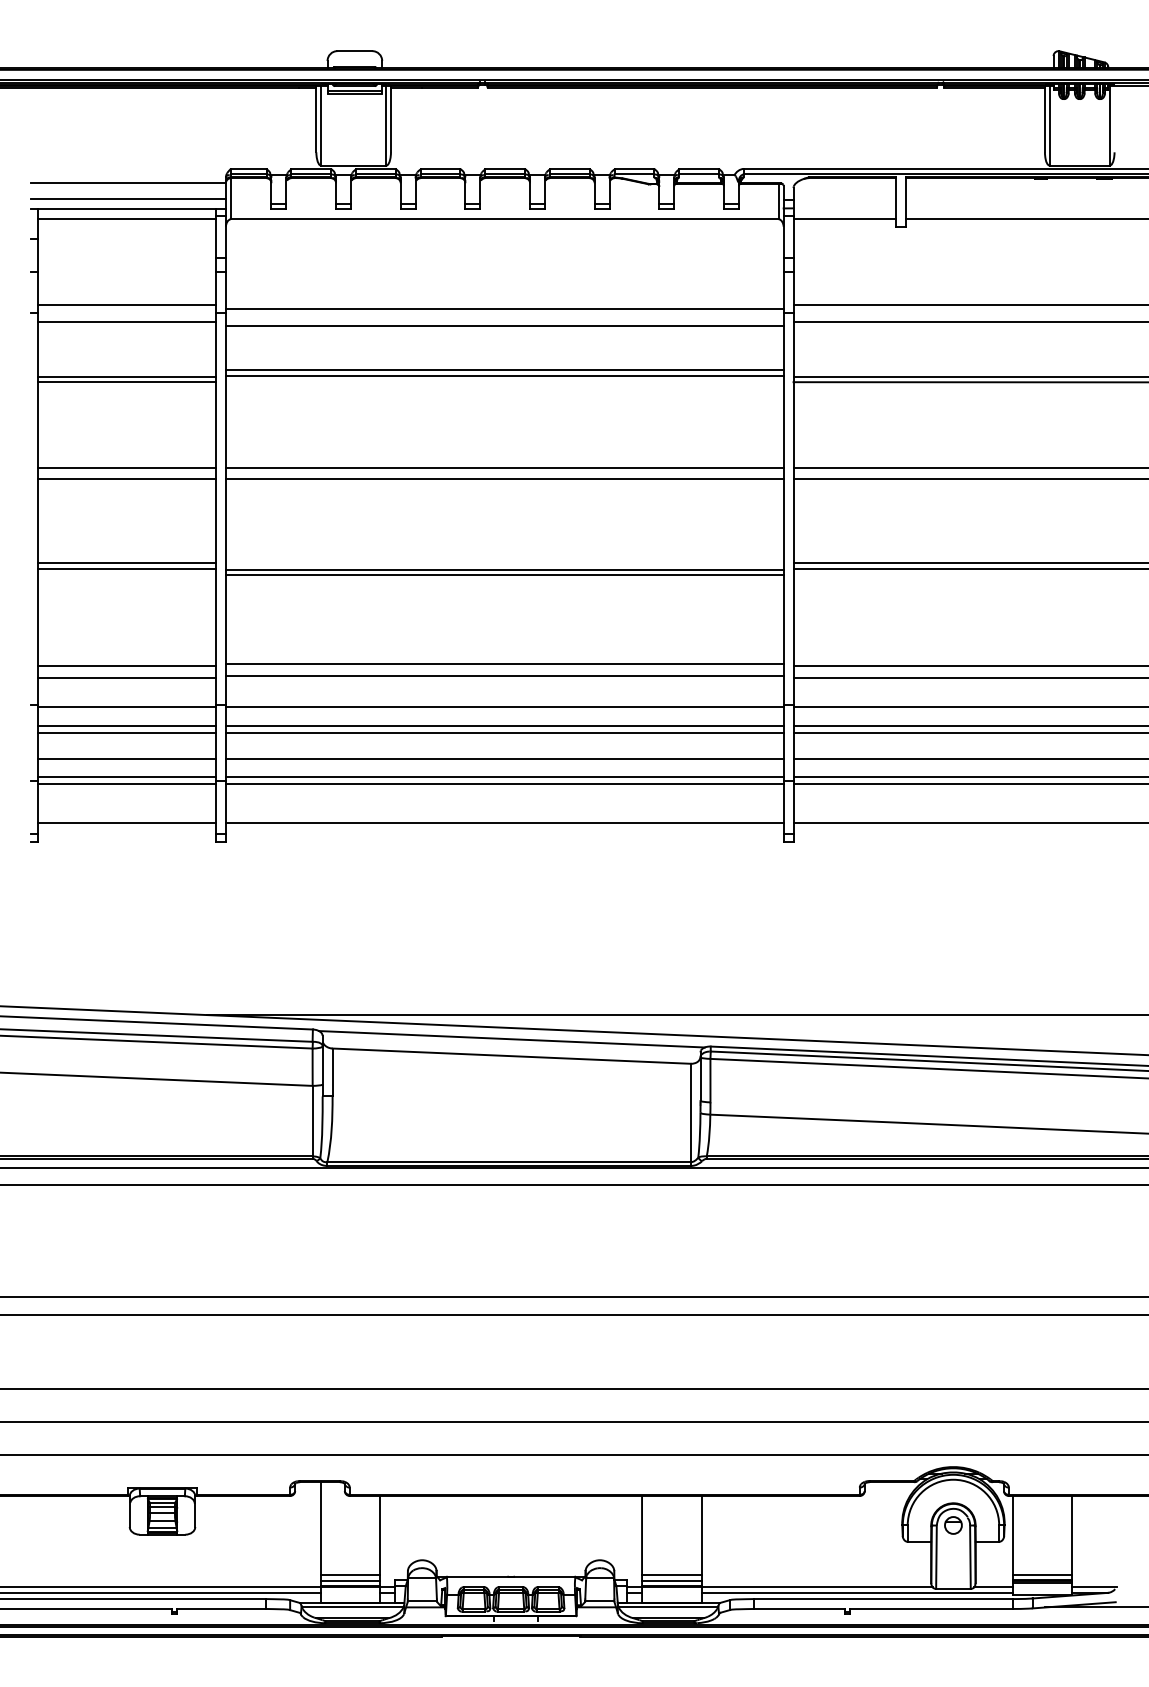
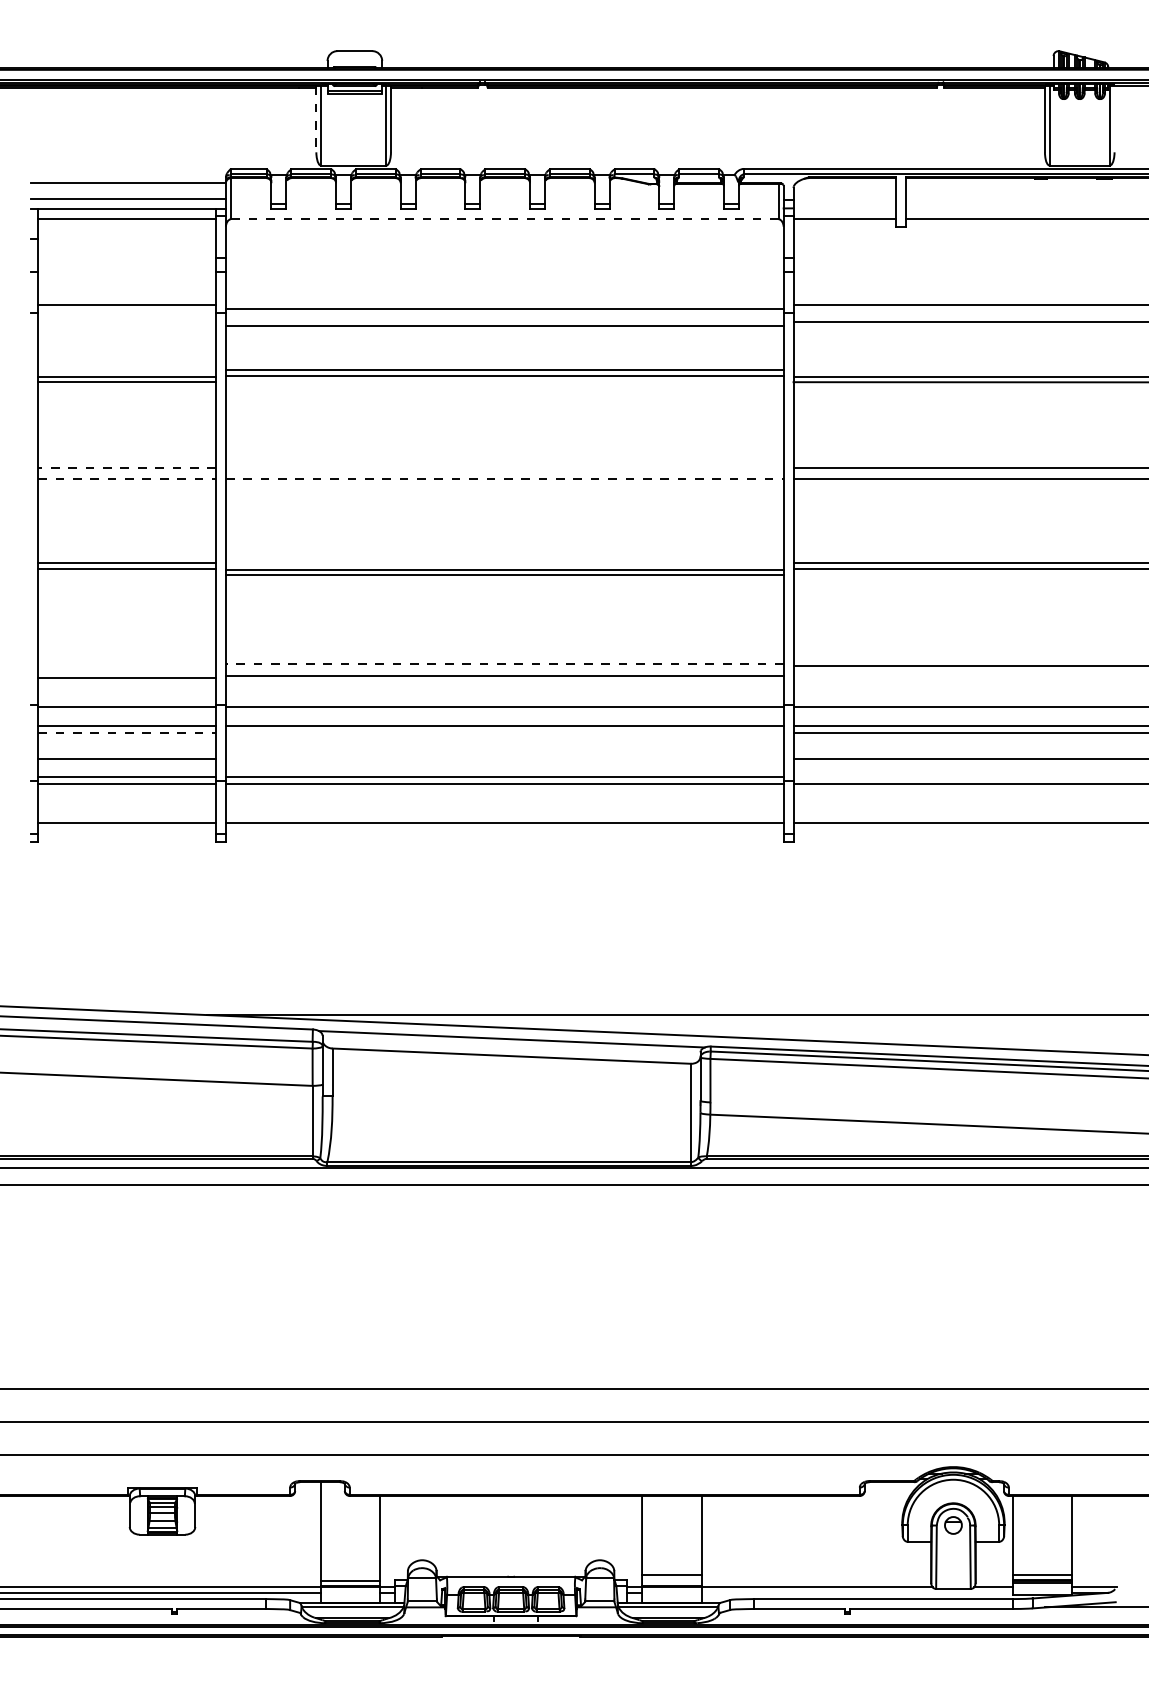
line at (316, 119): solid -> dashed
line at (504, 219): solid -> dashed
line at (127, 321): present -> none
line at (127, 468): solid -> dashed
line at (504, 468): present -> none
line at (127, 479): solid -> dashed
line at (504, 479): solid -> dashed
line at (504, 664): solid -> dashed
line at (127, 666): present -> none
line at (969, 678): present -> none
line at (127, 732): solid -> dashed
line at (504, 732): present -> none
line at (504, 759): present -> none
line at (969, 776): present -> none
line at (573, 1297): present -> none
line at (573, 1315): present -> none
line at (350, 1575): present -> none
line at (671, 1580): present -> none
line at (856, 1592): present -> none
